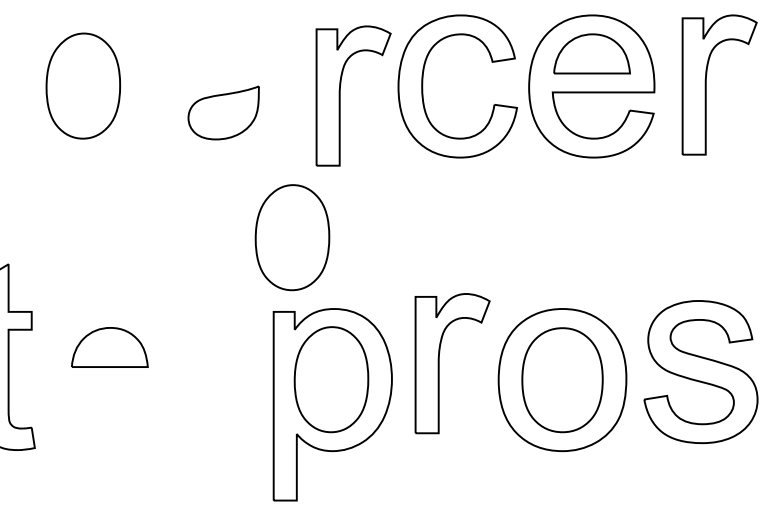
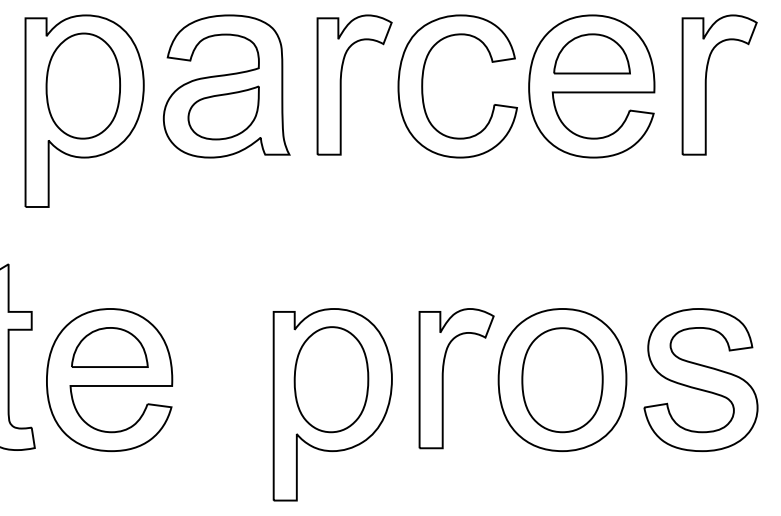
part at (226, 86): none -> present
part at (340, 95) position: (340, 95) -> (341, 84)
part at (84, 110): none -> present
part at (292, 237): present -> none
part at (439, 363) position: (439, 363) -> (443, 378)
part at (700, 371) position: (700, 371) -> (700, 379)
part at (109, 379): none -> present
